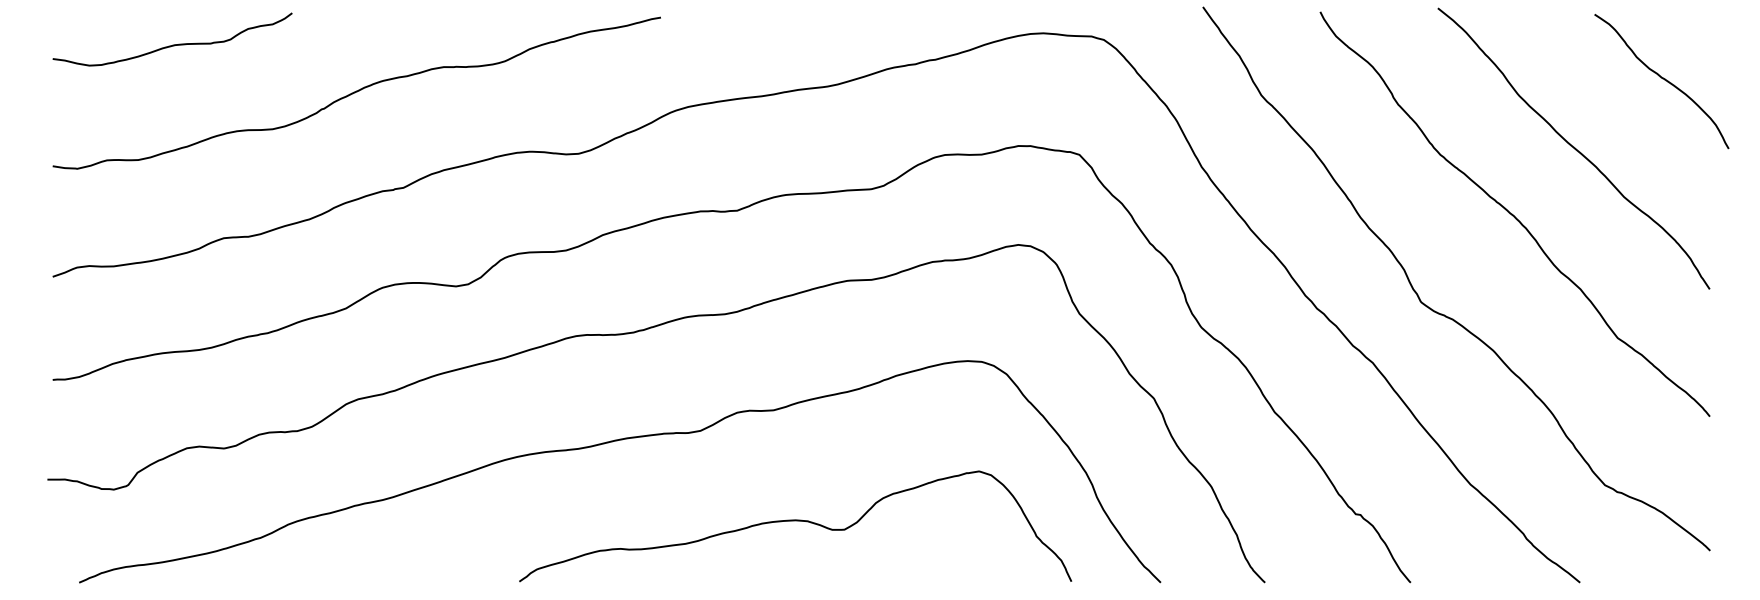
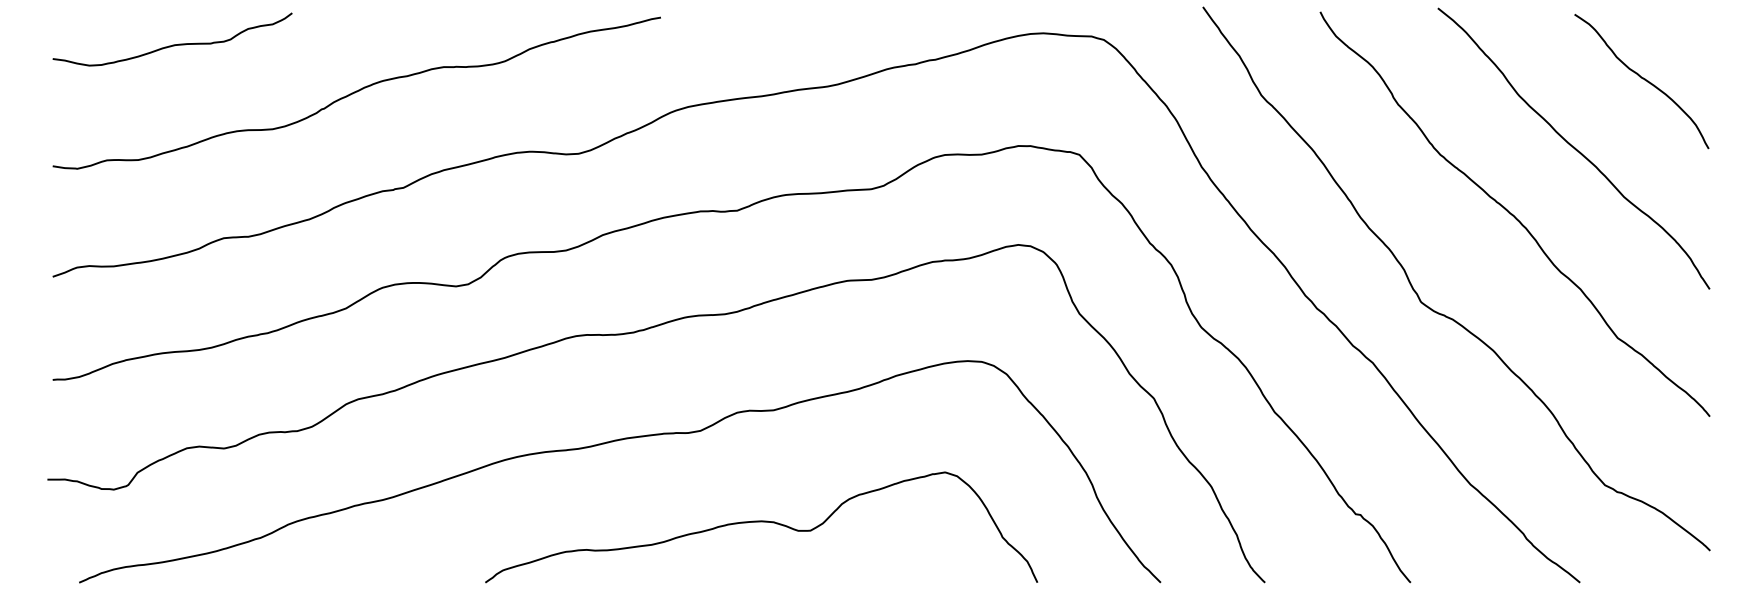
curve at (1662, 79) position: (1662, 79) -> (1642, 79)
curve at (795, 521) position: (795, 521) -> (761, 522)
